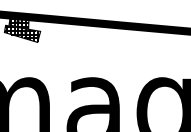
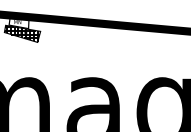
hatch at (19, 22): present -> none
